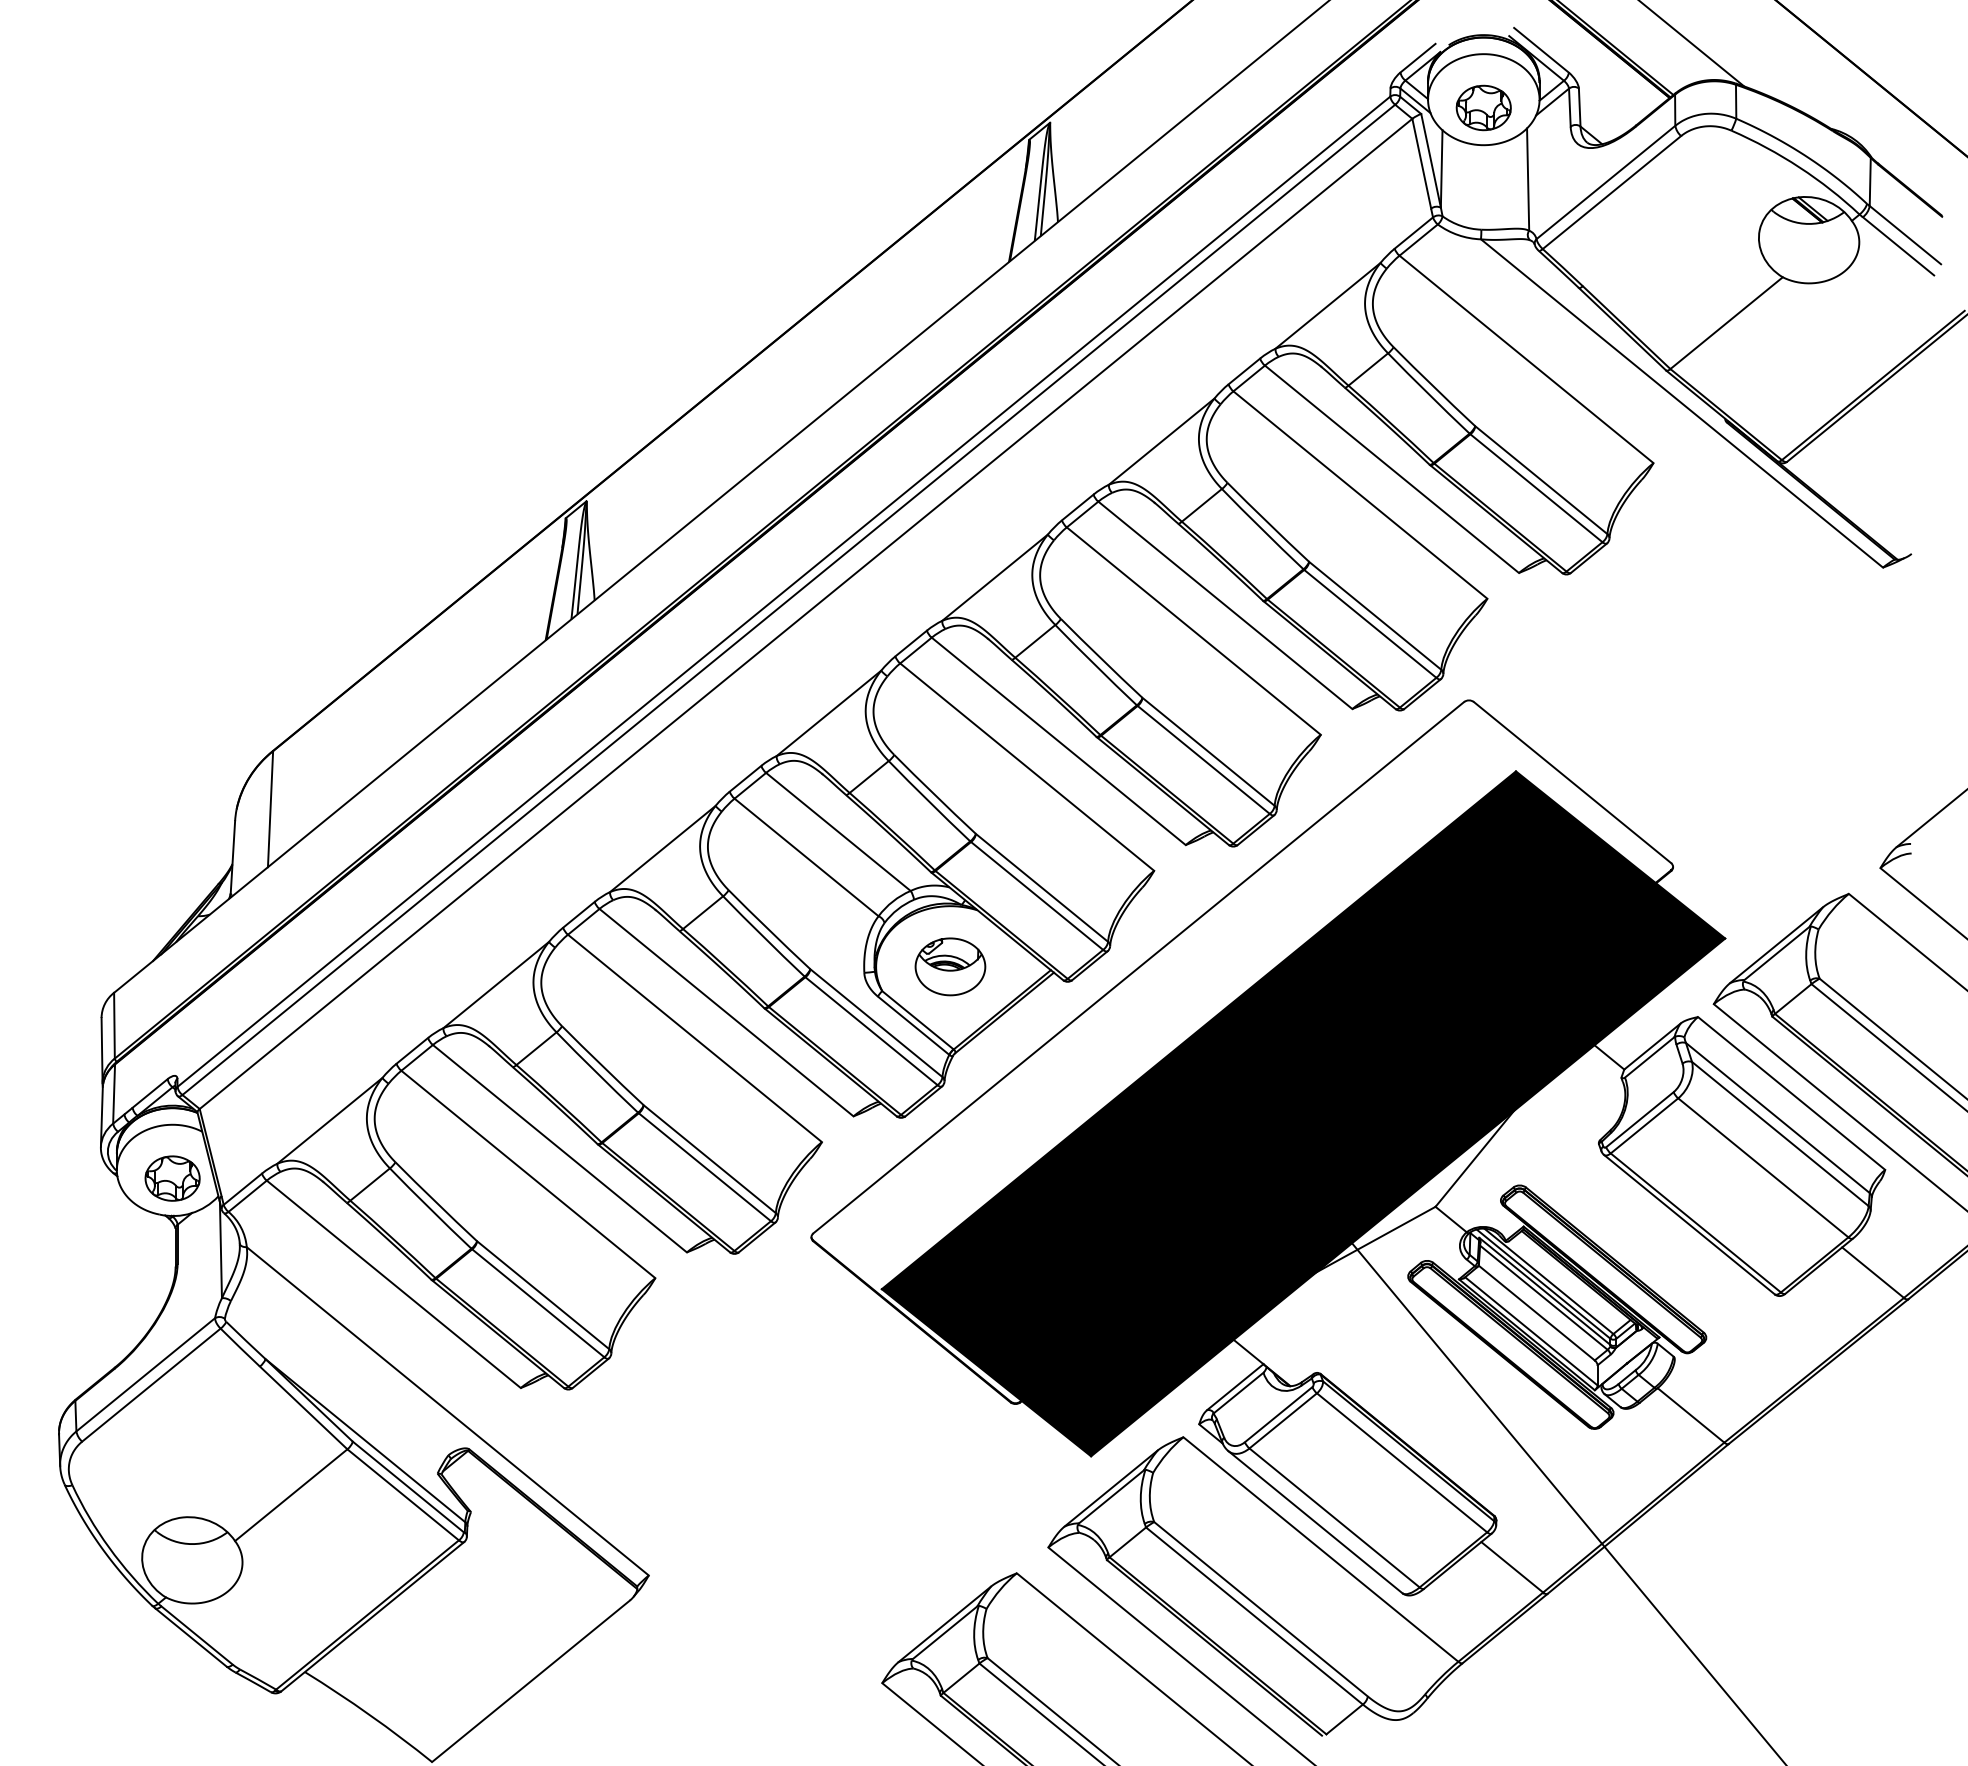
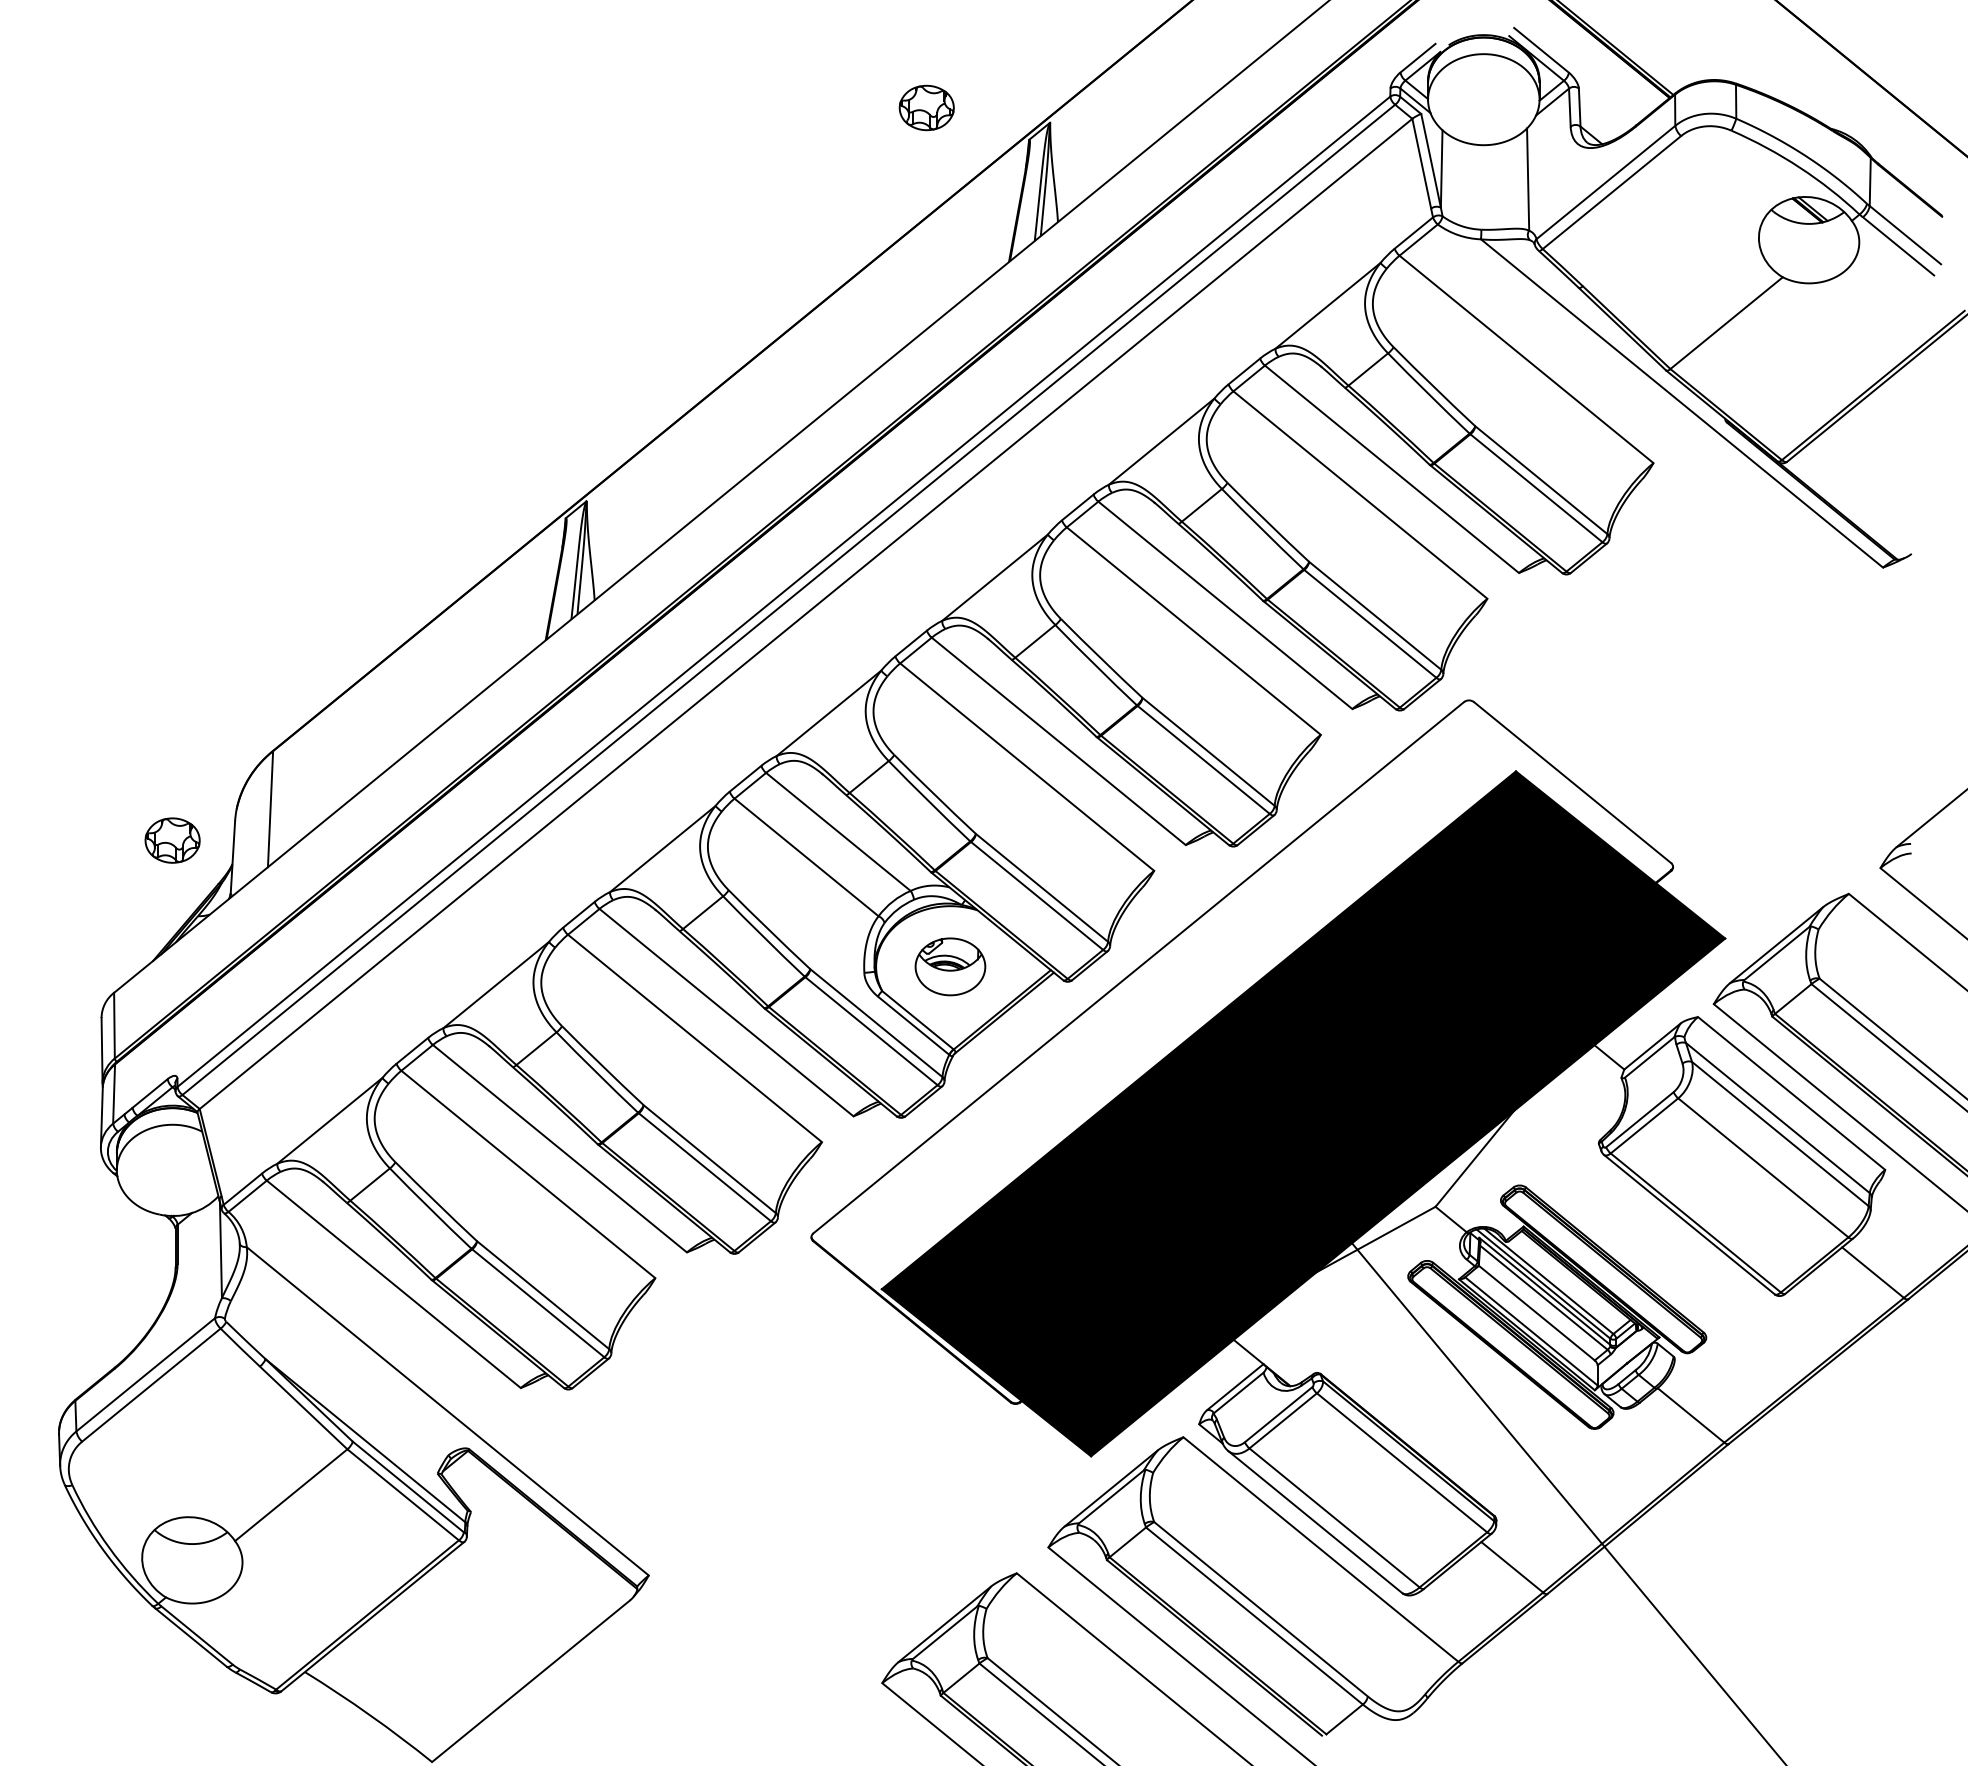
line at (1692, 44): present -> none
part at (1483, 107) position: (1483, 107) -> (926, 107)
part at (172, 1178) position: (172, 1178) -> (172, 840)
